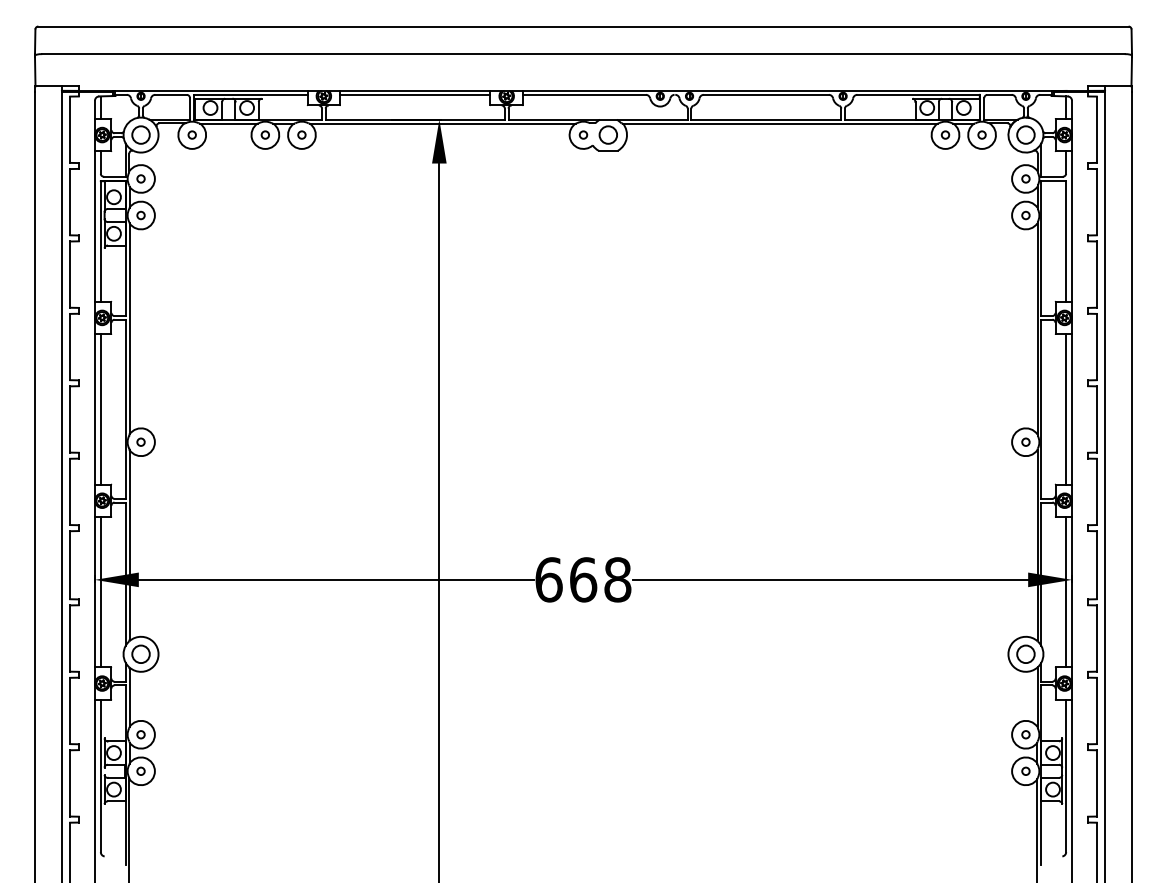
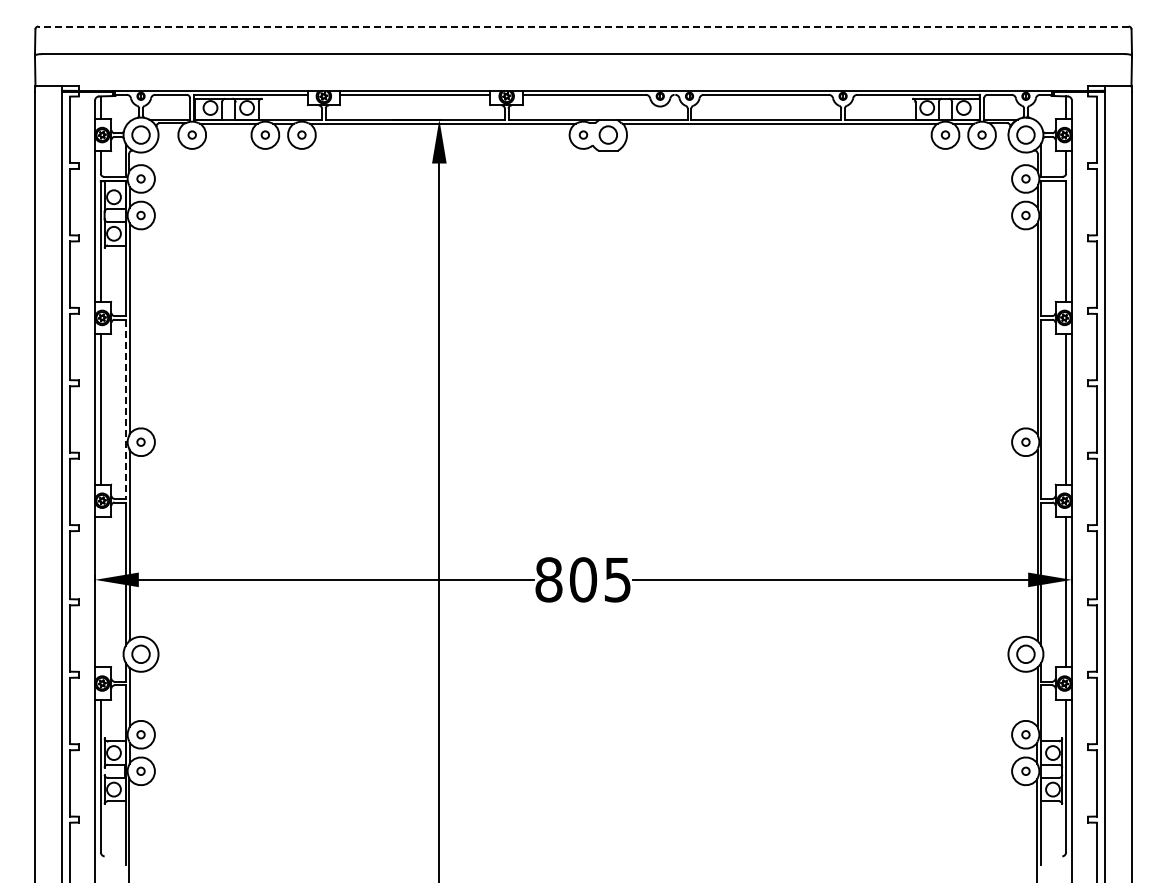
line at (582, 26): solid -> dashed
line at (125, 409): solid -> dashed
text at (583, 579): 668 -> 805
line at (100, 591): present -> none
